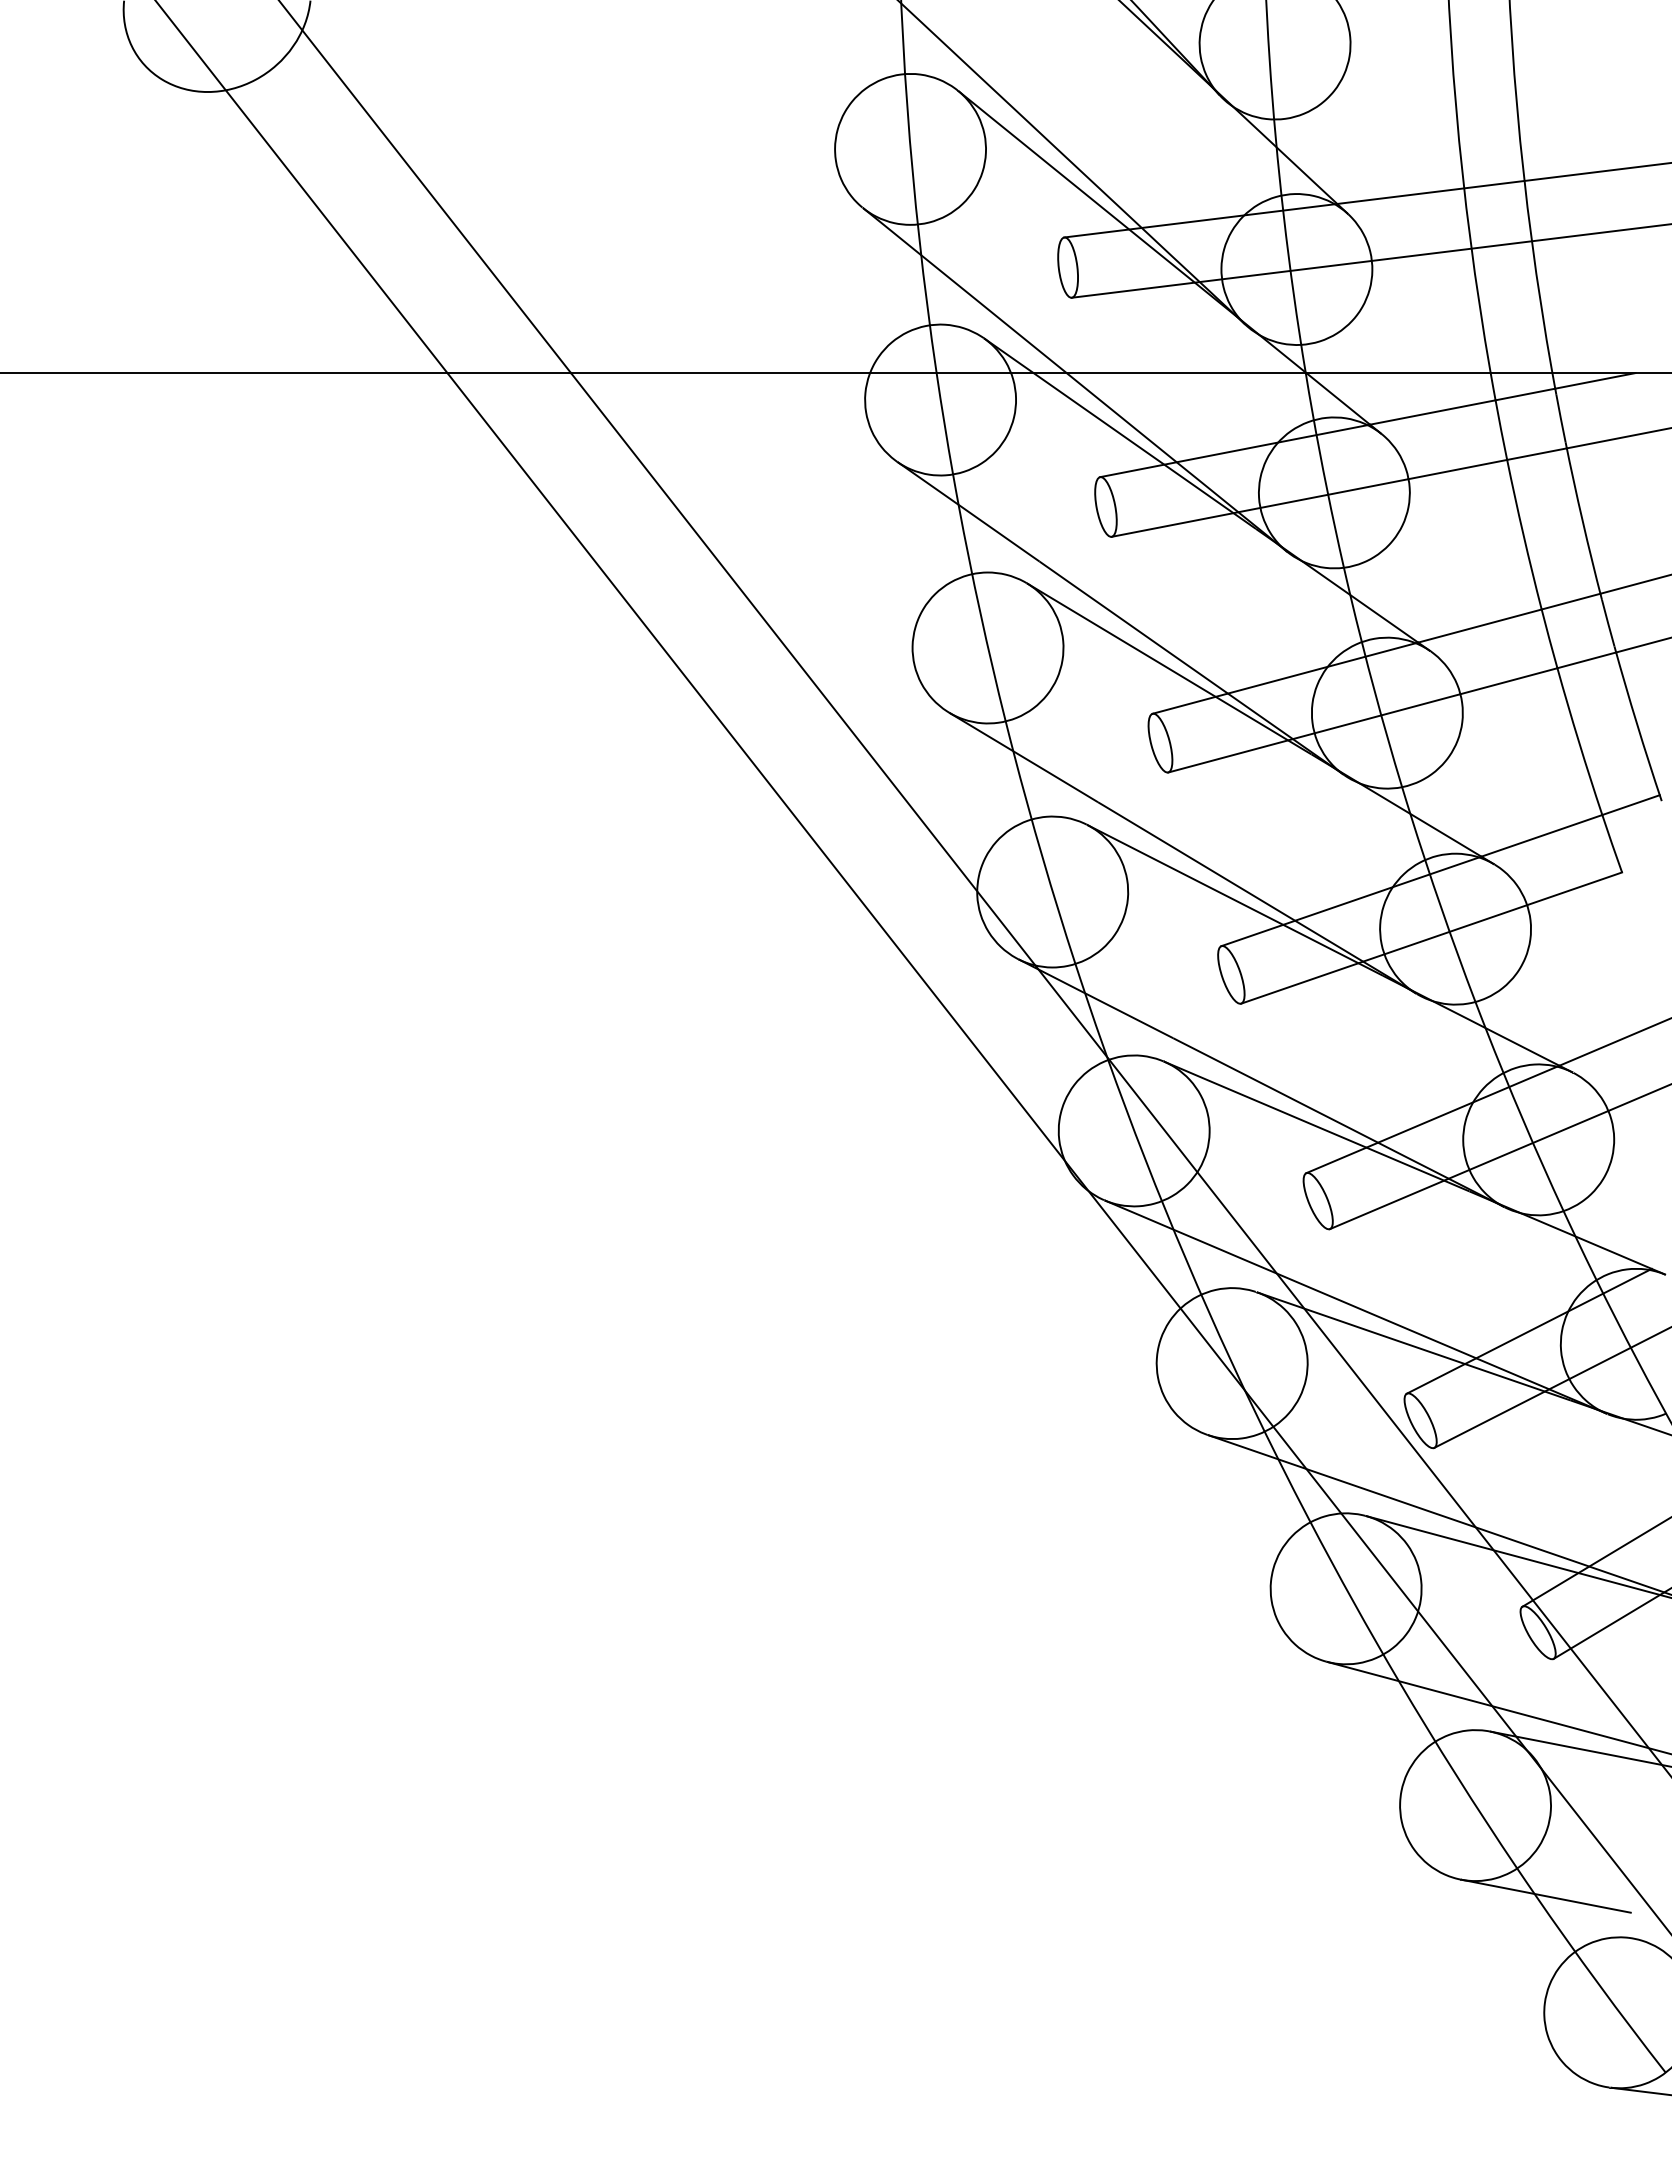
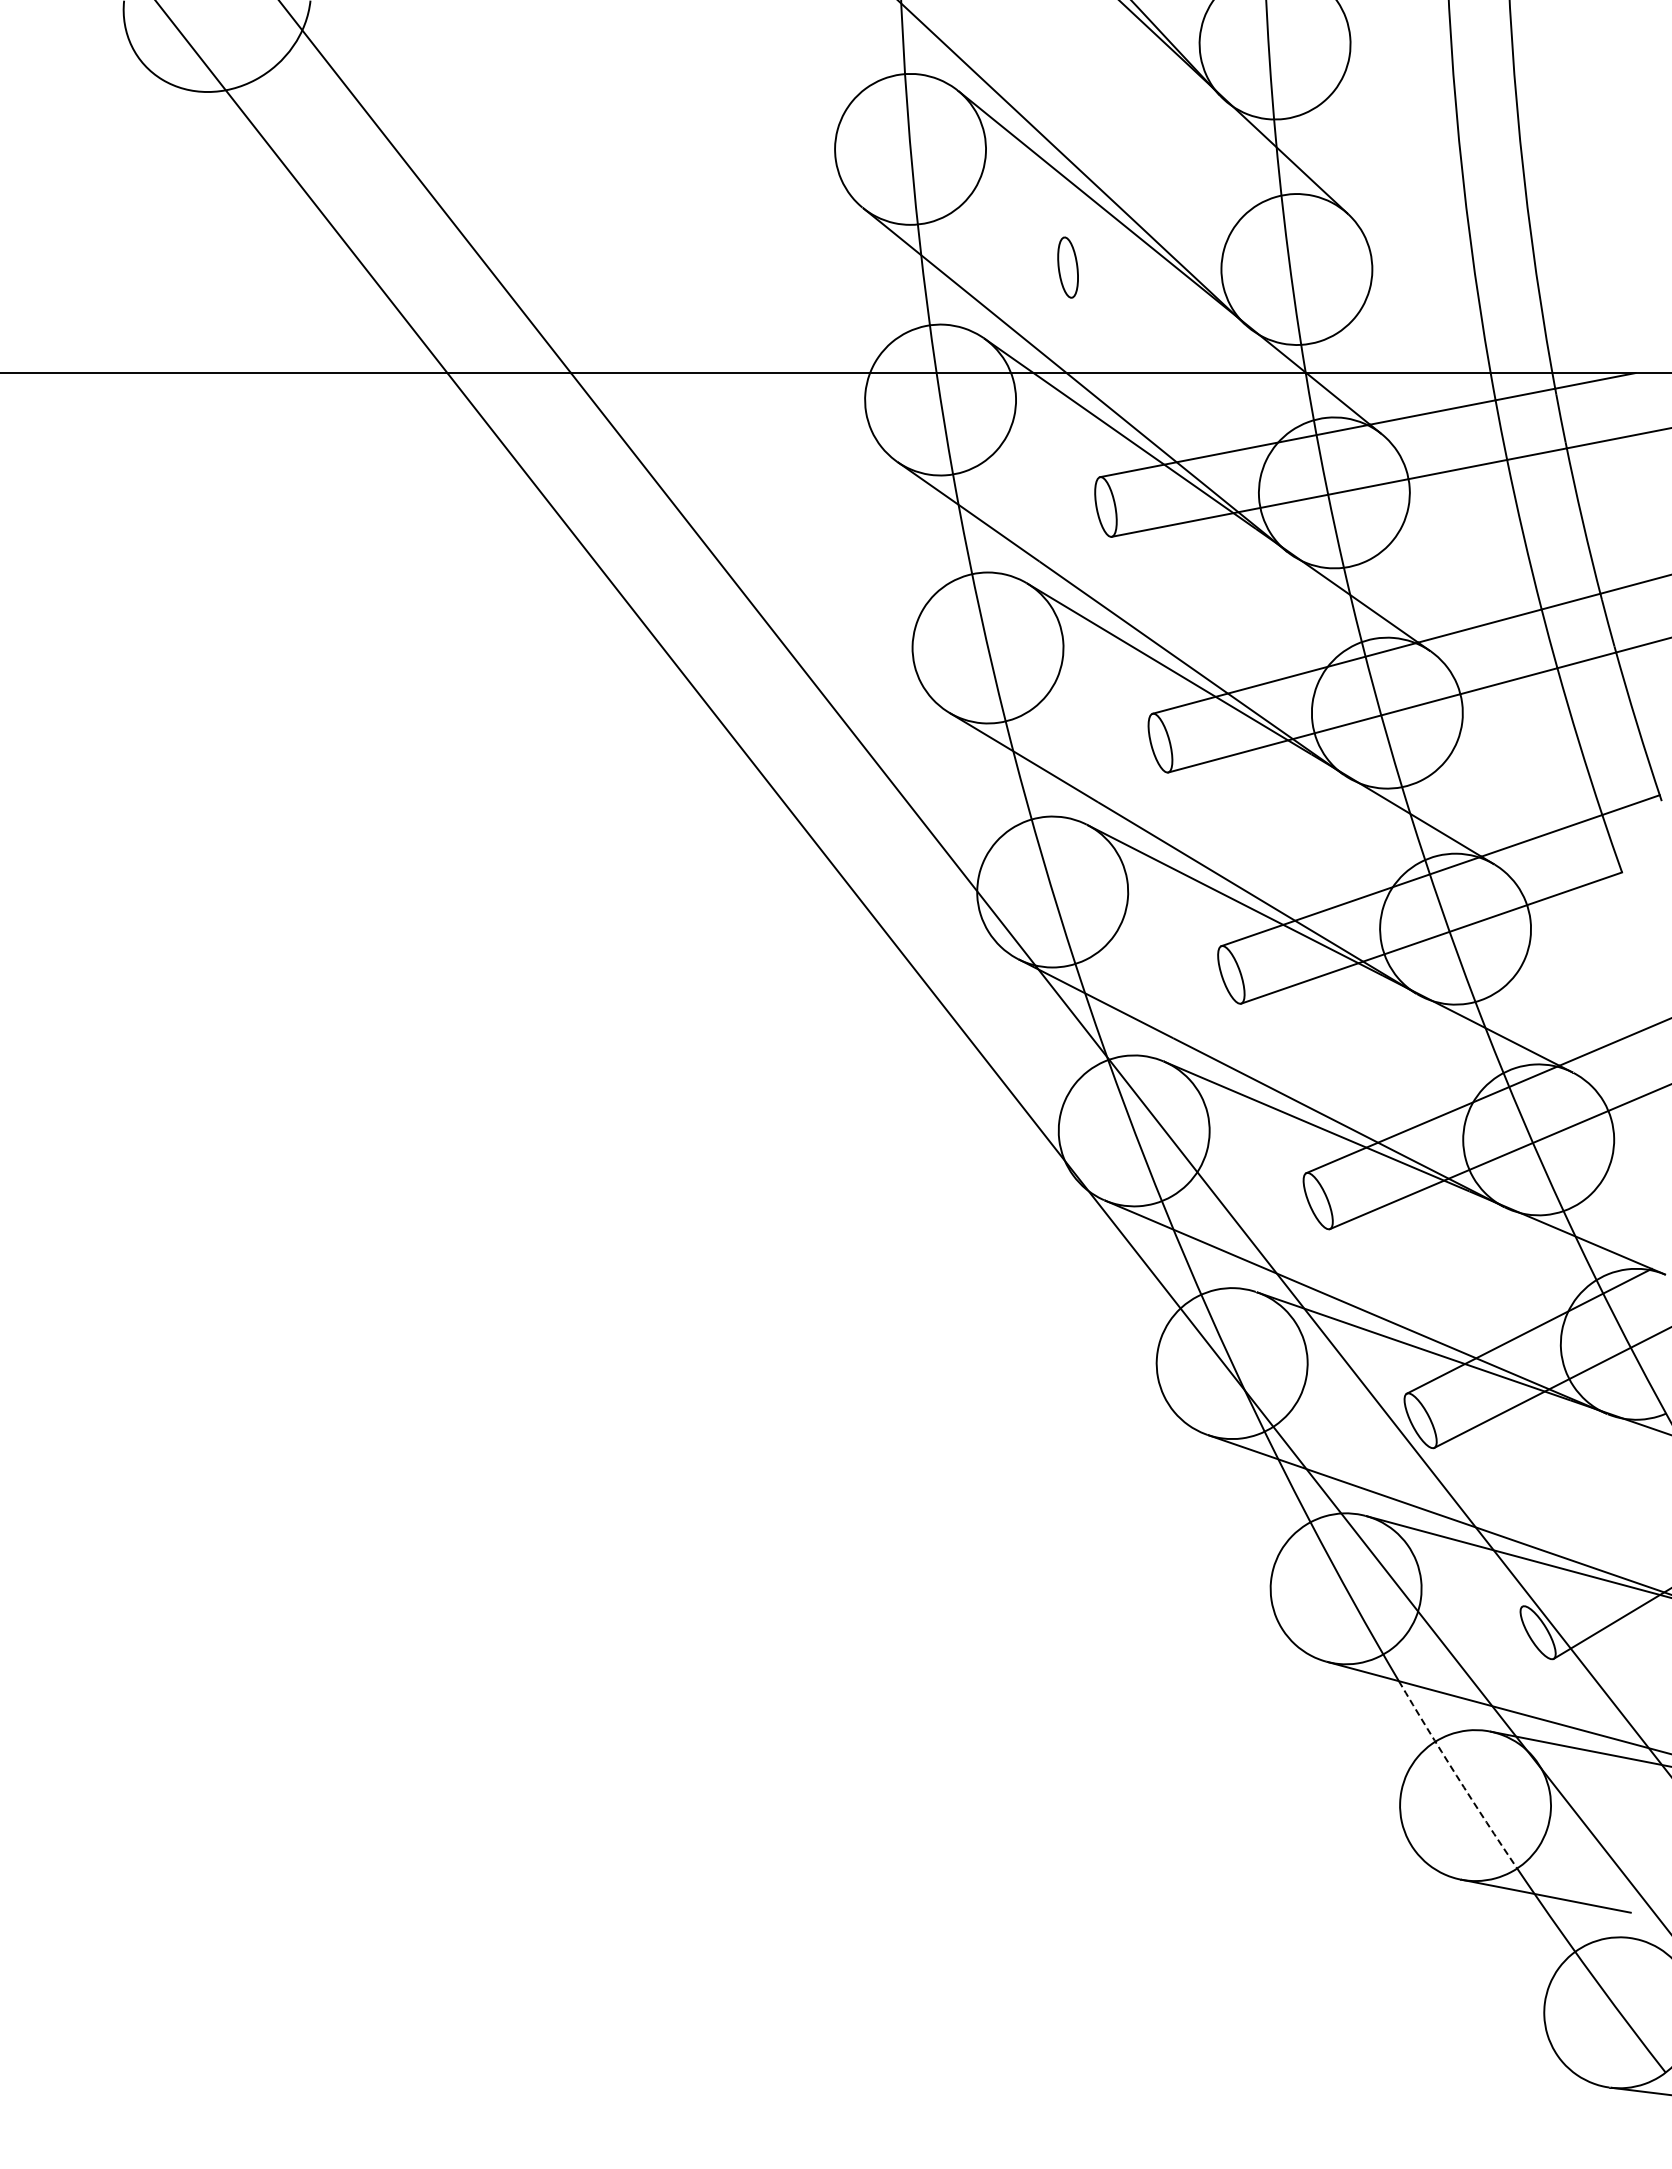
line at (1366, 200): present -> none
line at (1369, 260): present -> none
line at (1595, 1562): present -> none
arc at (1456, 1775): solid -> dashed
